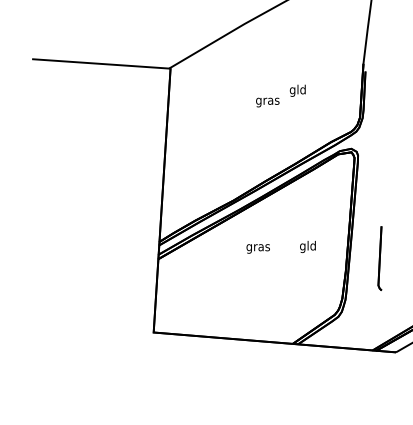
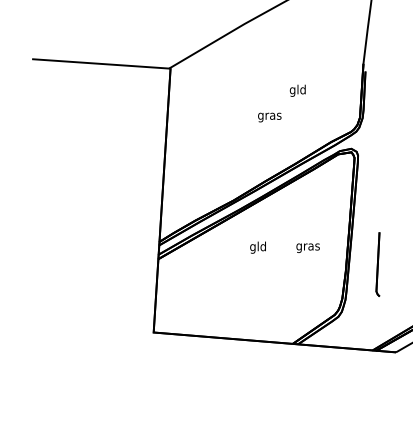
text at (267, 102) position: (267, 102) -> (269, 117)
text at (307, 246): gld -> gras
text at (257, 247): gras -> gld
part at (379, 258) position: (379, 258) -> (377, 264)
